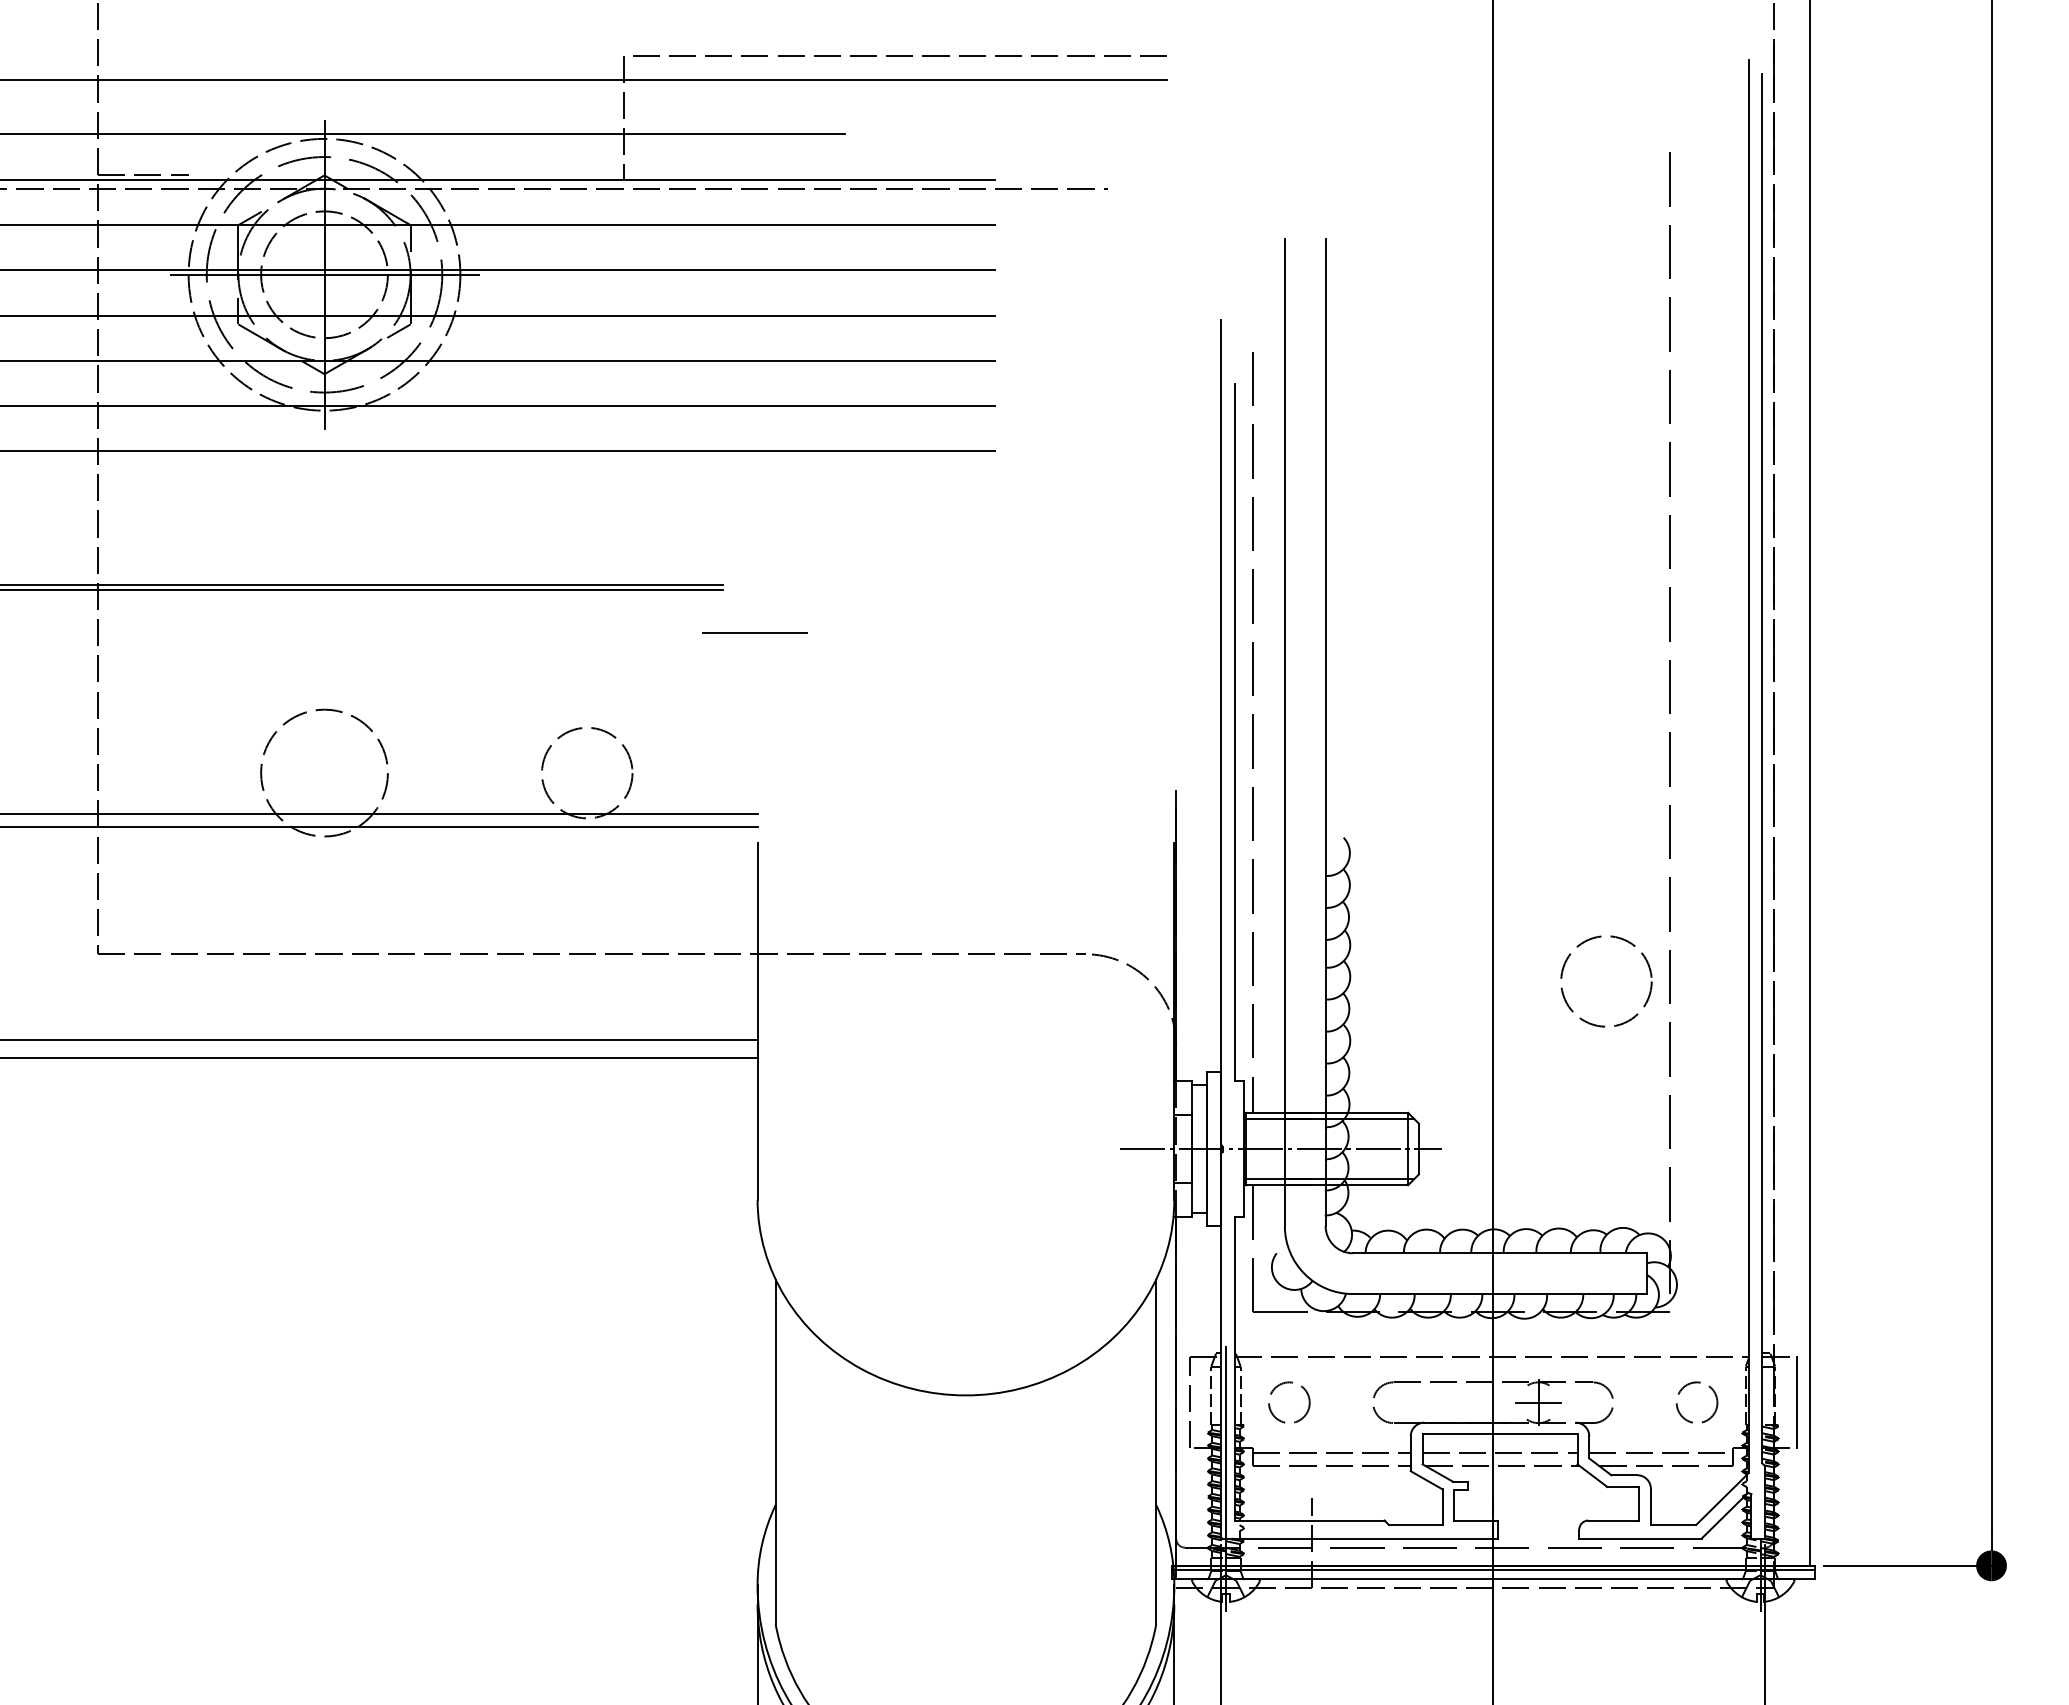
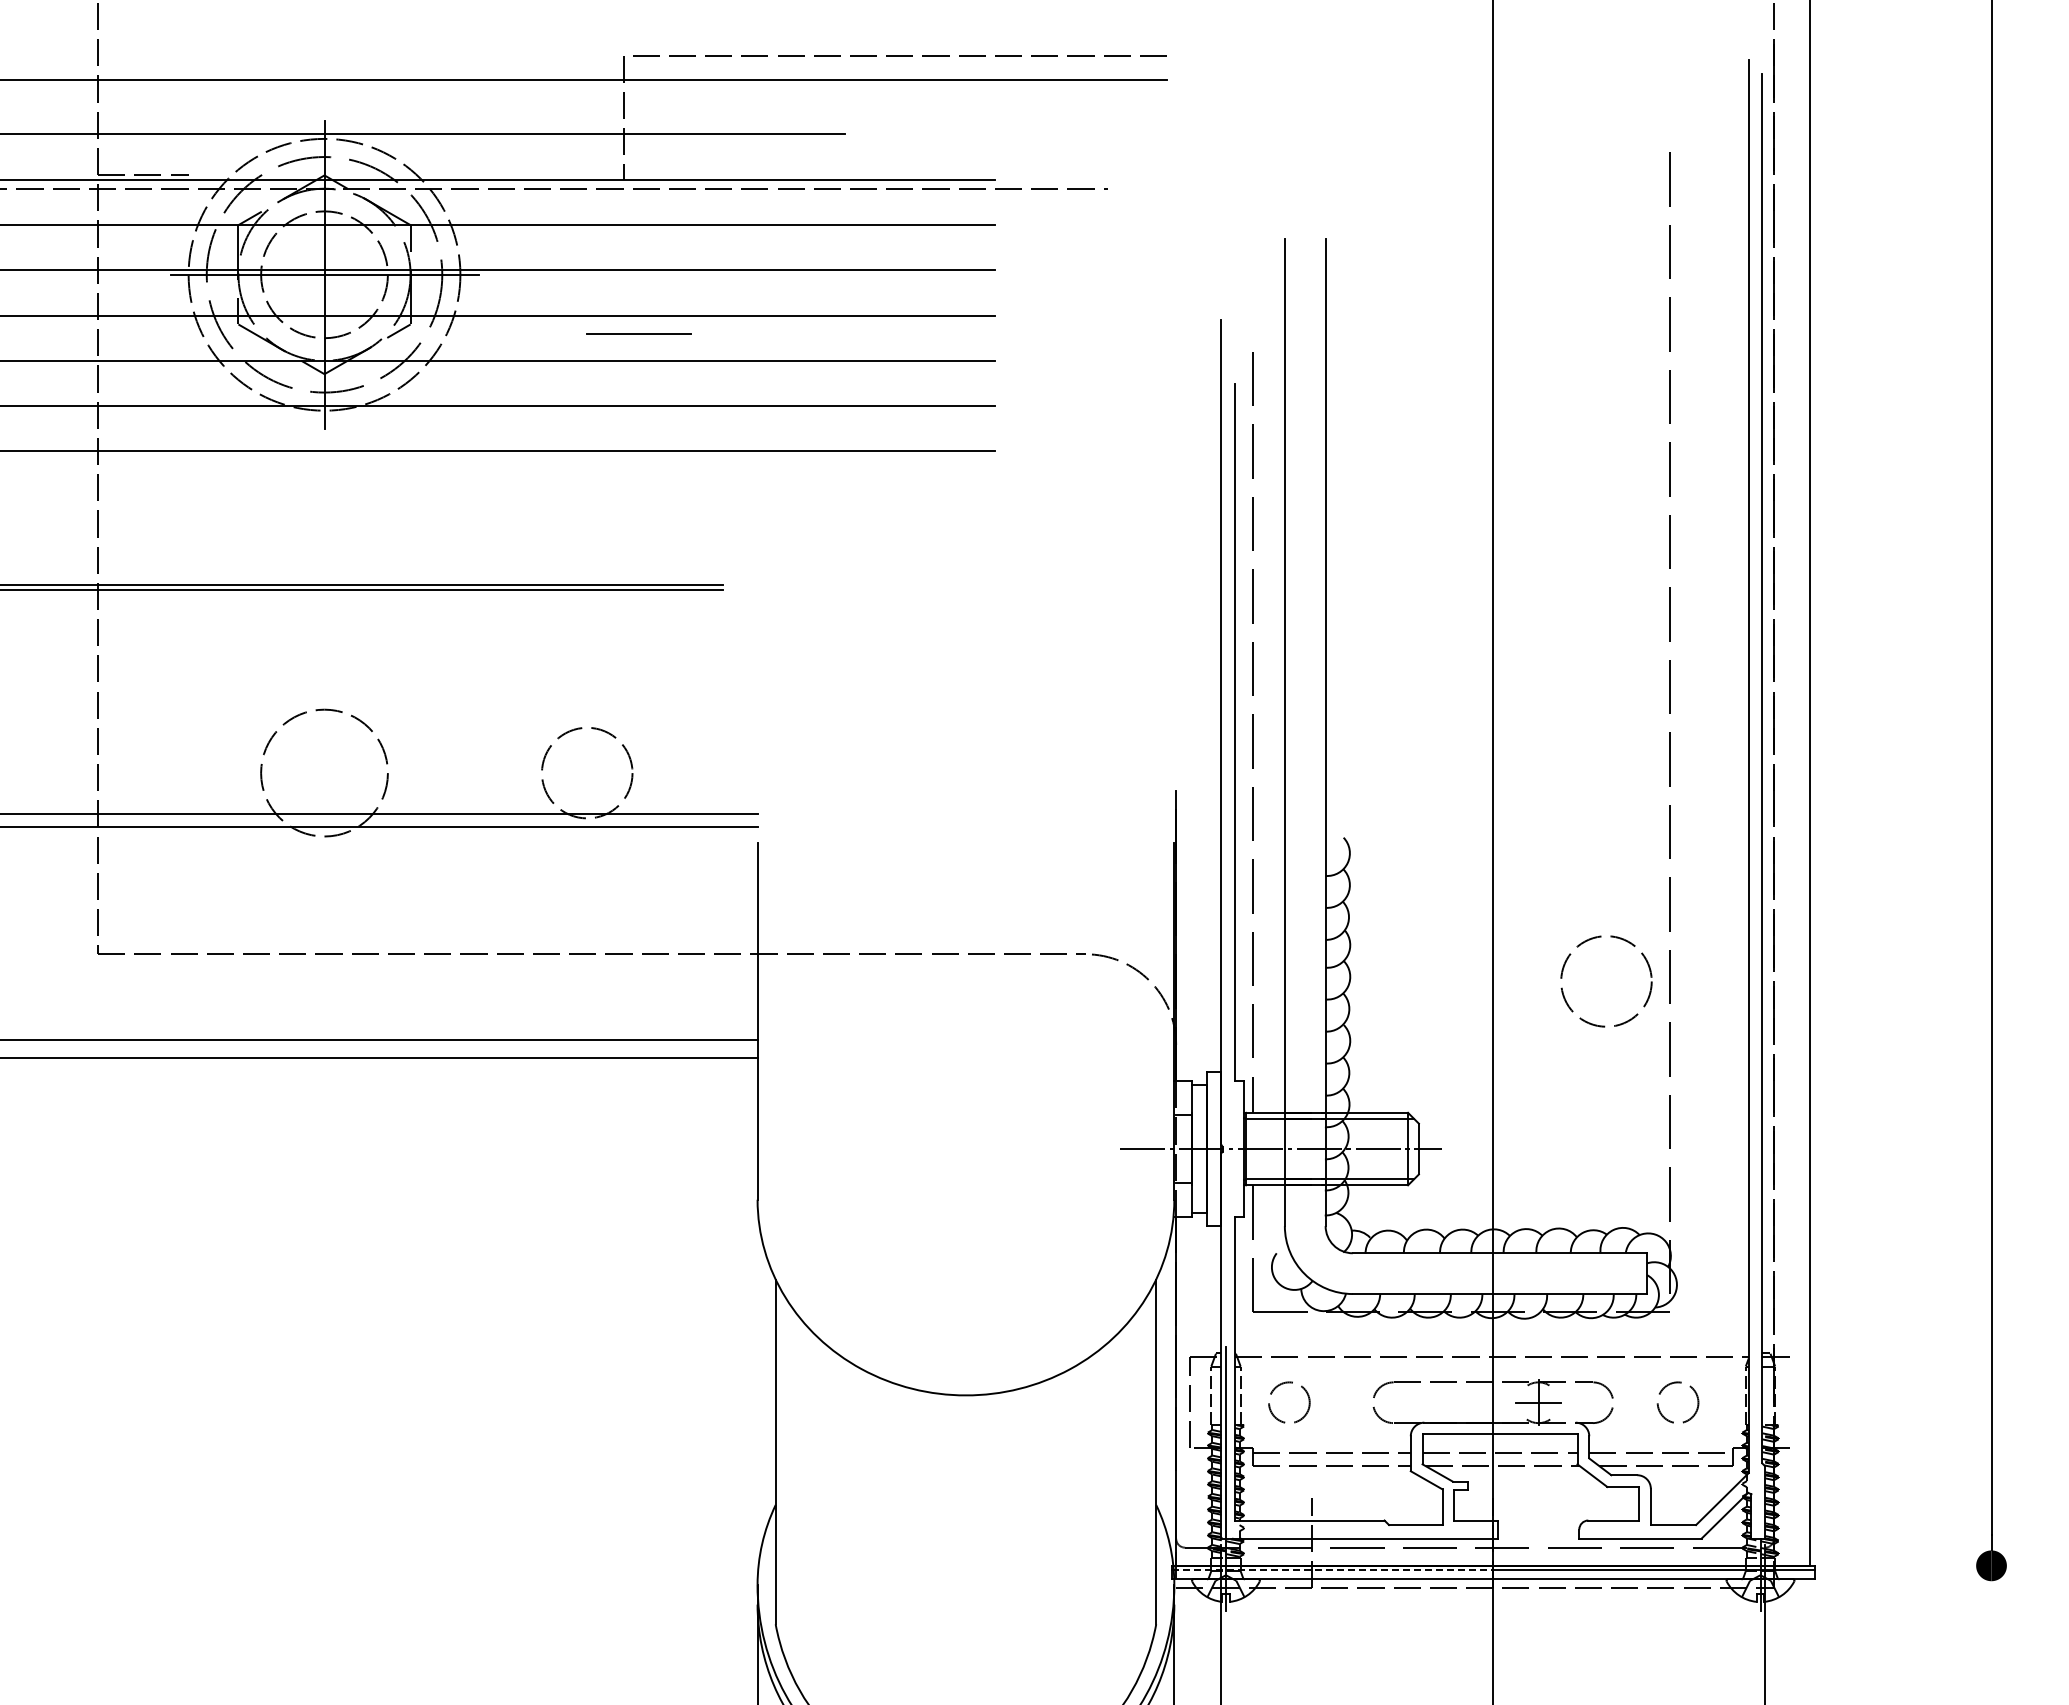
line at (754, 632) position: (754, 632) -> (638, 333)
circle at (1696, 1402) position: (1696, 1402) -> (1677, 1402)
line at (1796, 1402): present -> none
line at (1911, 1565): present -> none
line at (1332, 1570): solid -> dashed
